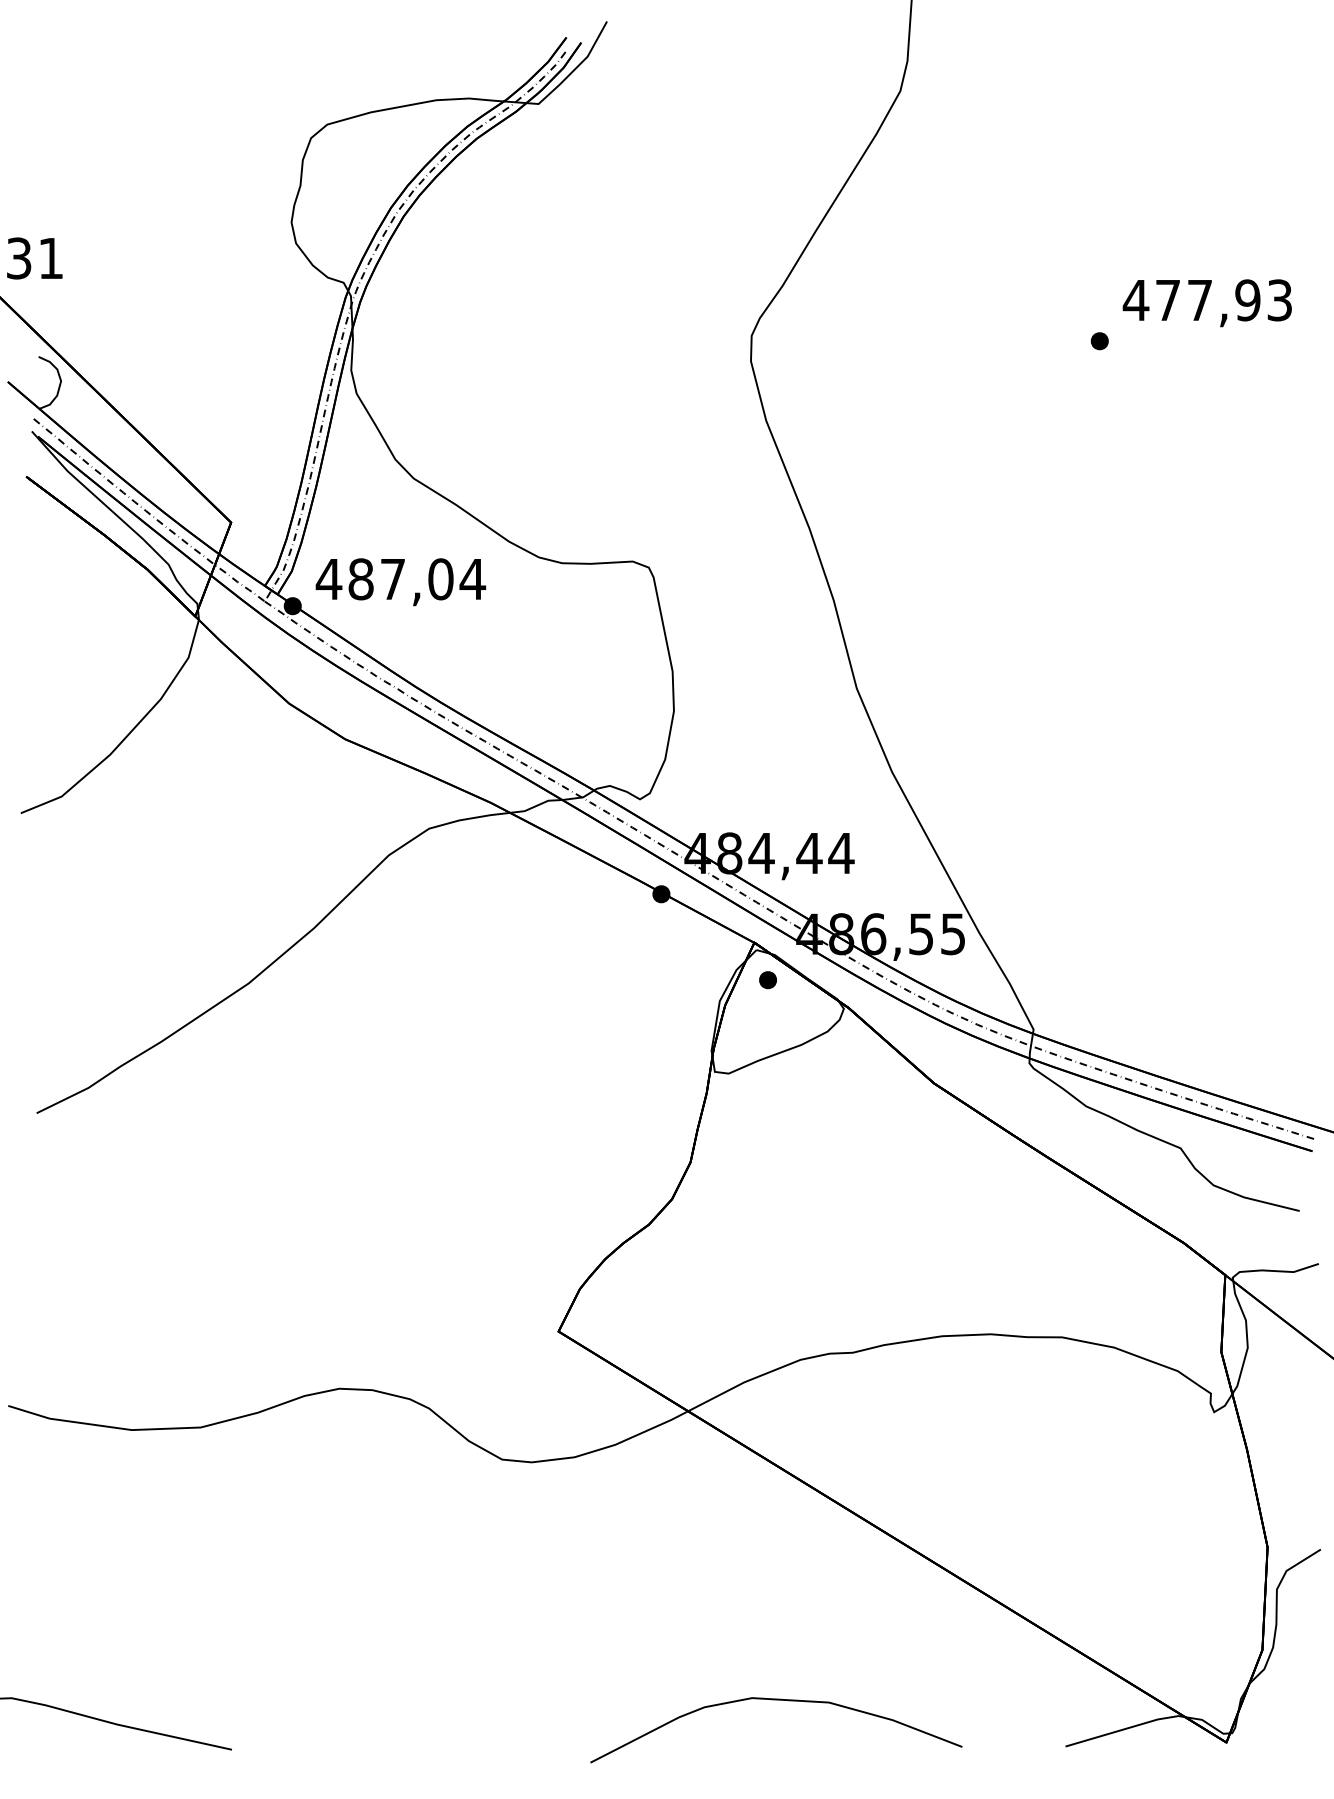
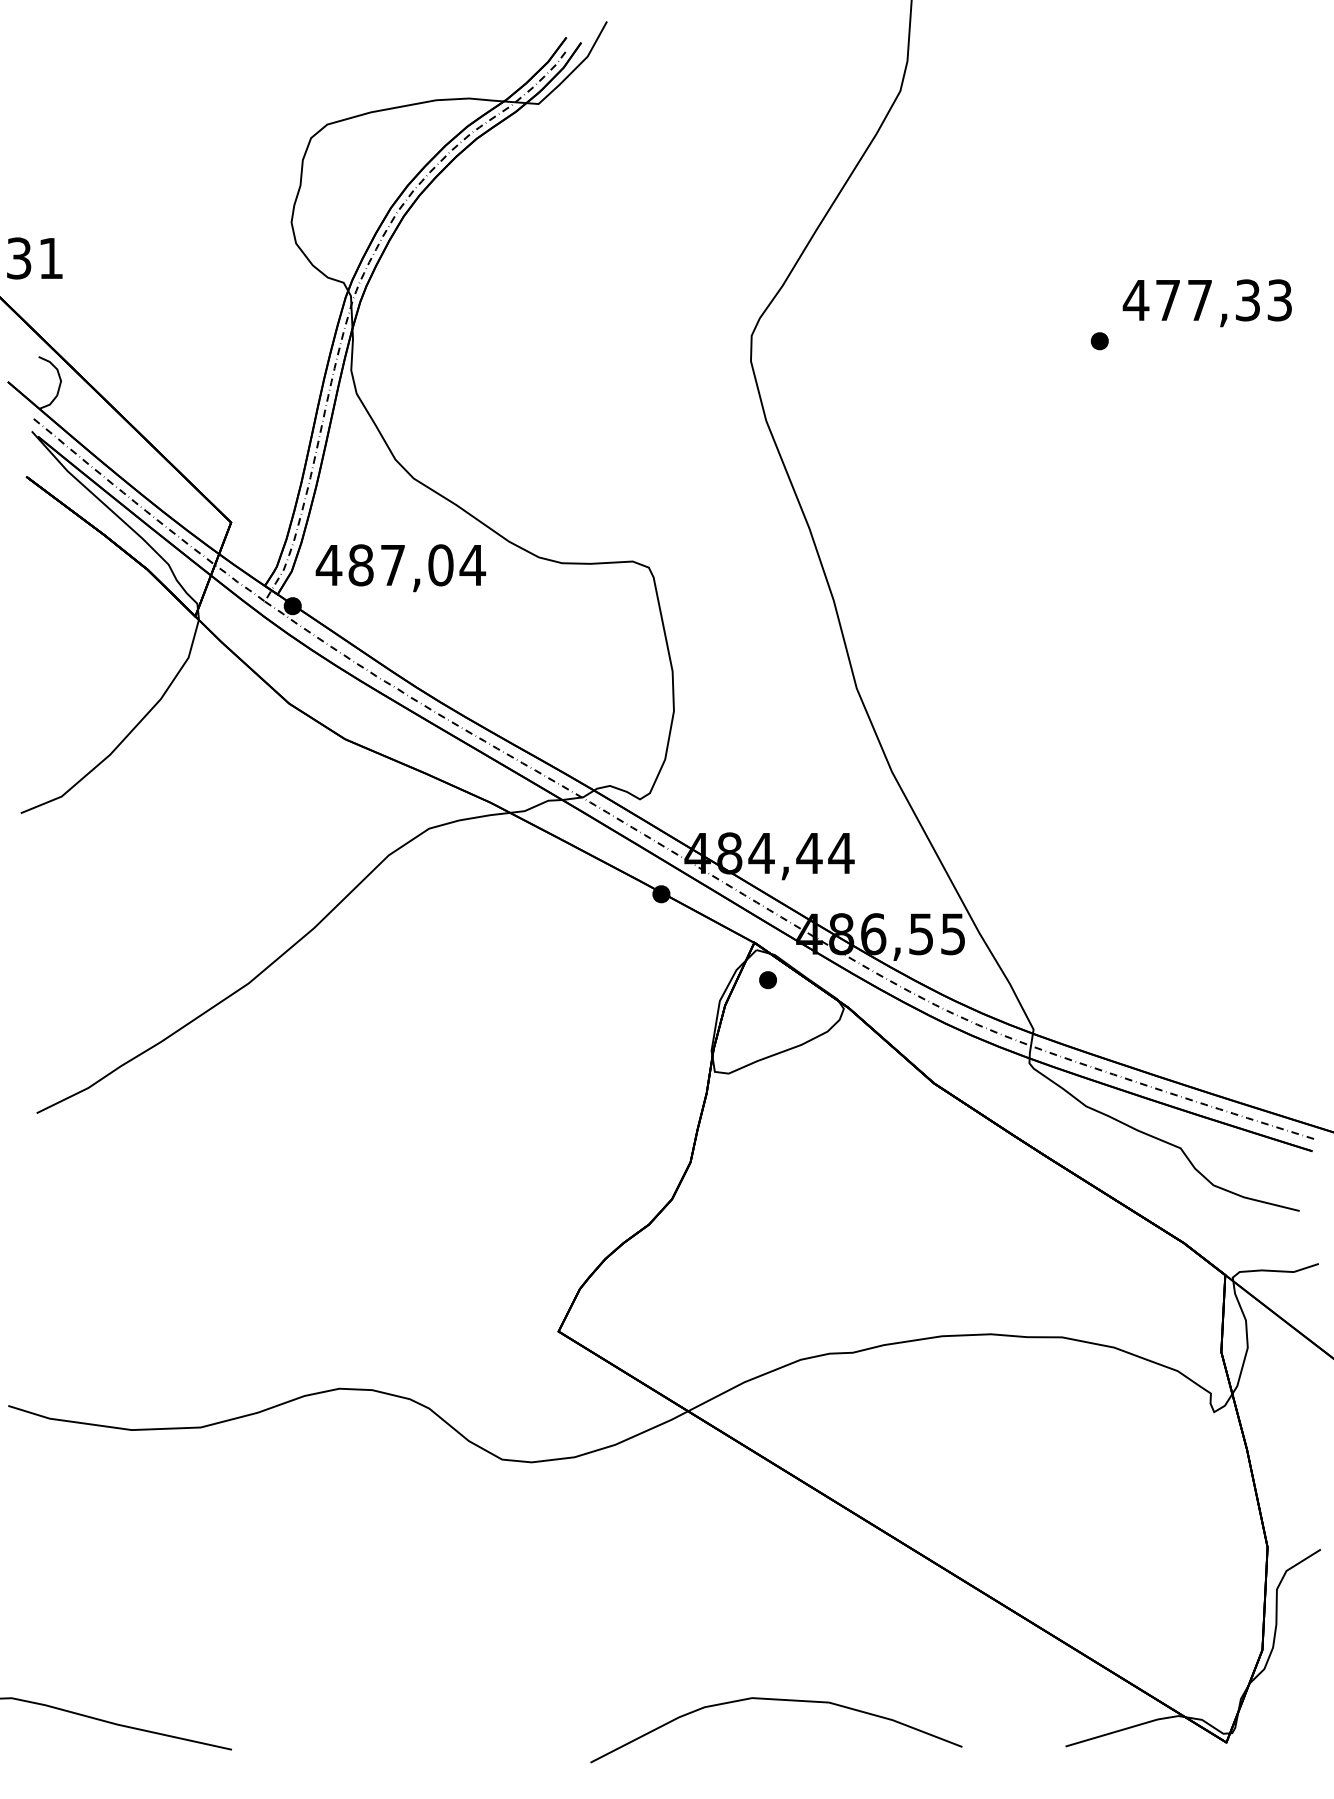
text at (1247, 300): 477,93 -> 477,33
text at (400, 582) position: (400, 582) -> (400, 568)
